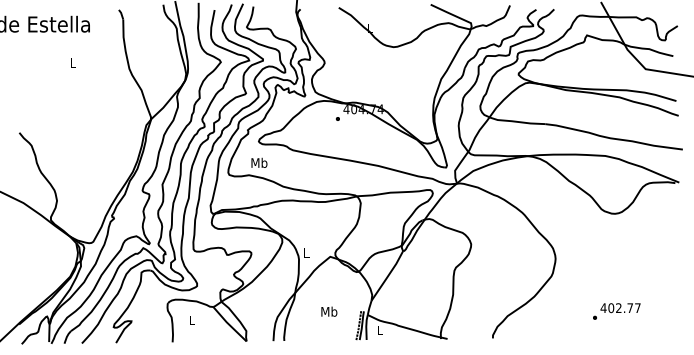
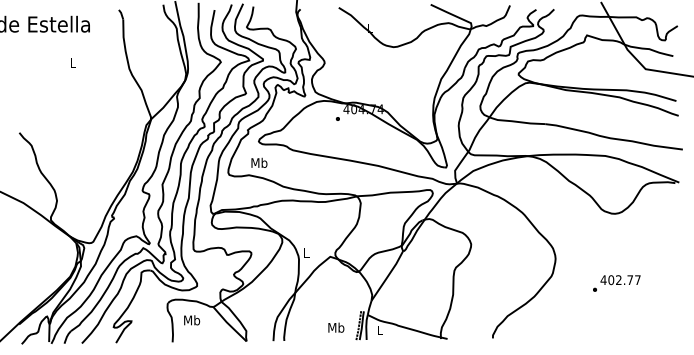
text at (329, 311) position: (329, 311) -> (336, 327)
text at (616, 311) position: (616, 311) -> (616, 283)
text at (192, 320): L -> Mb
